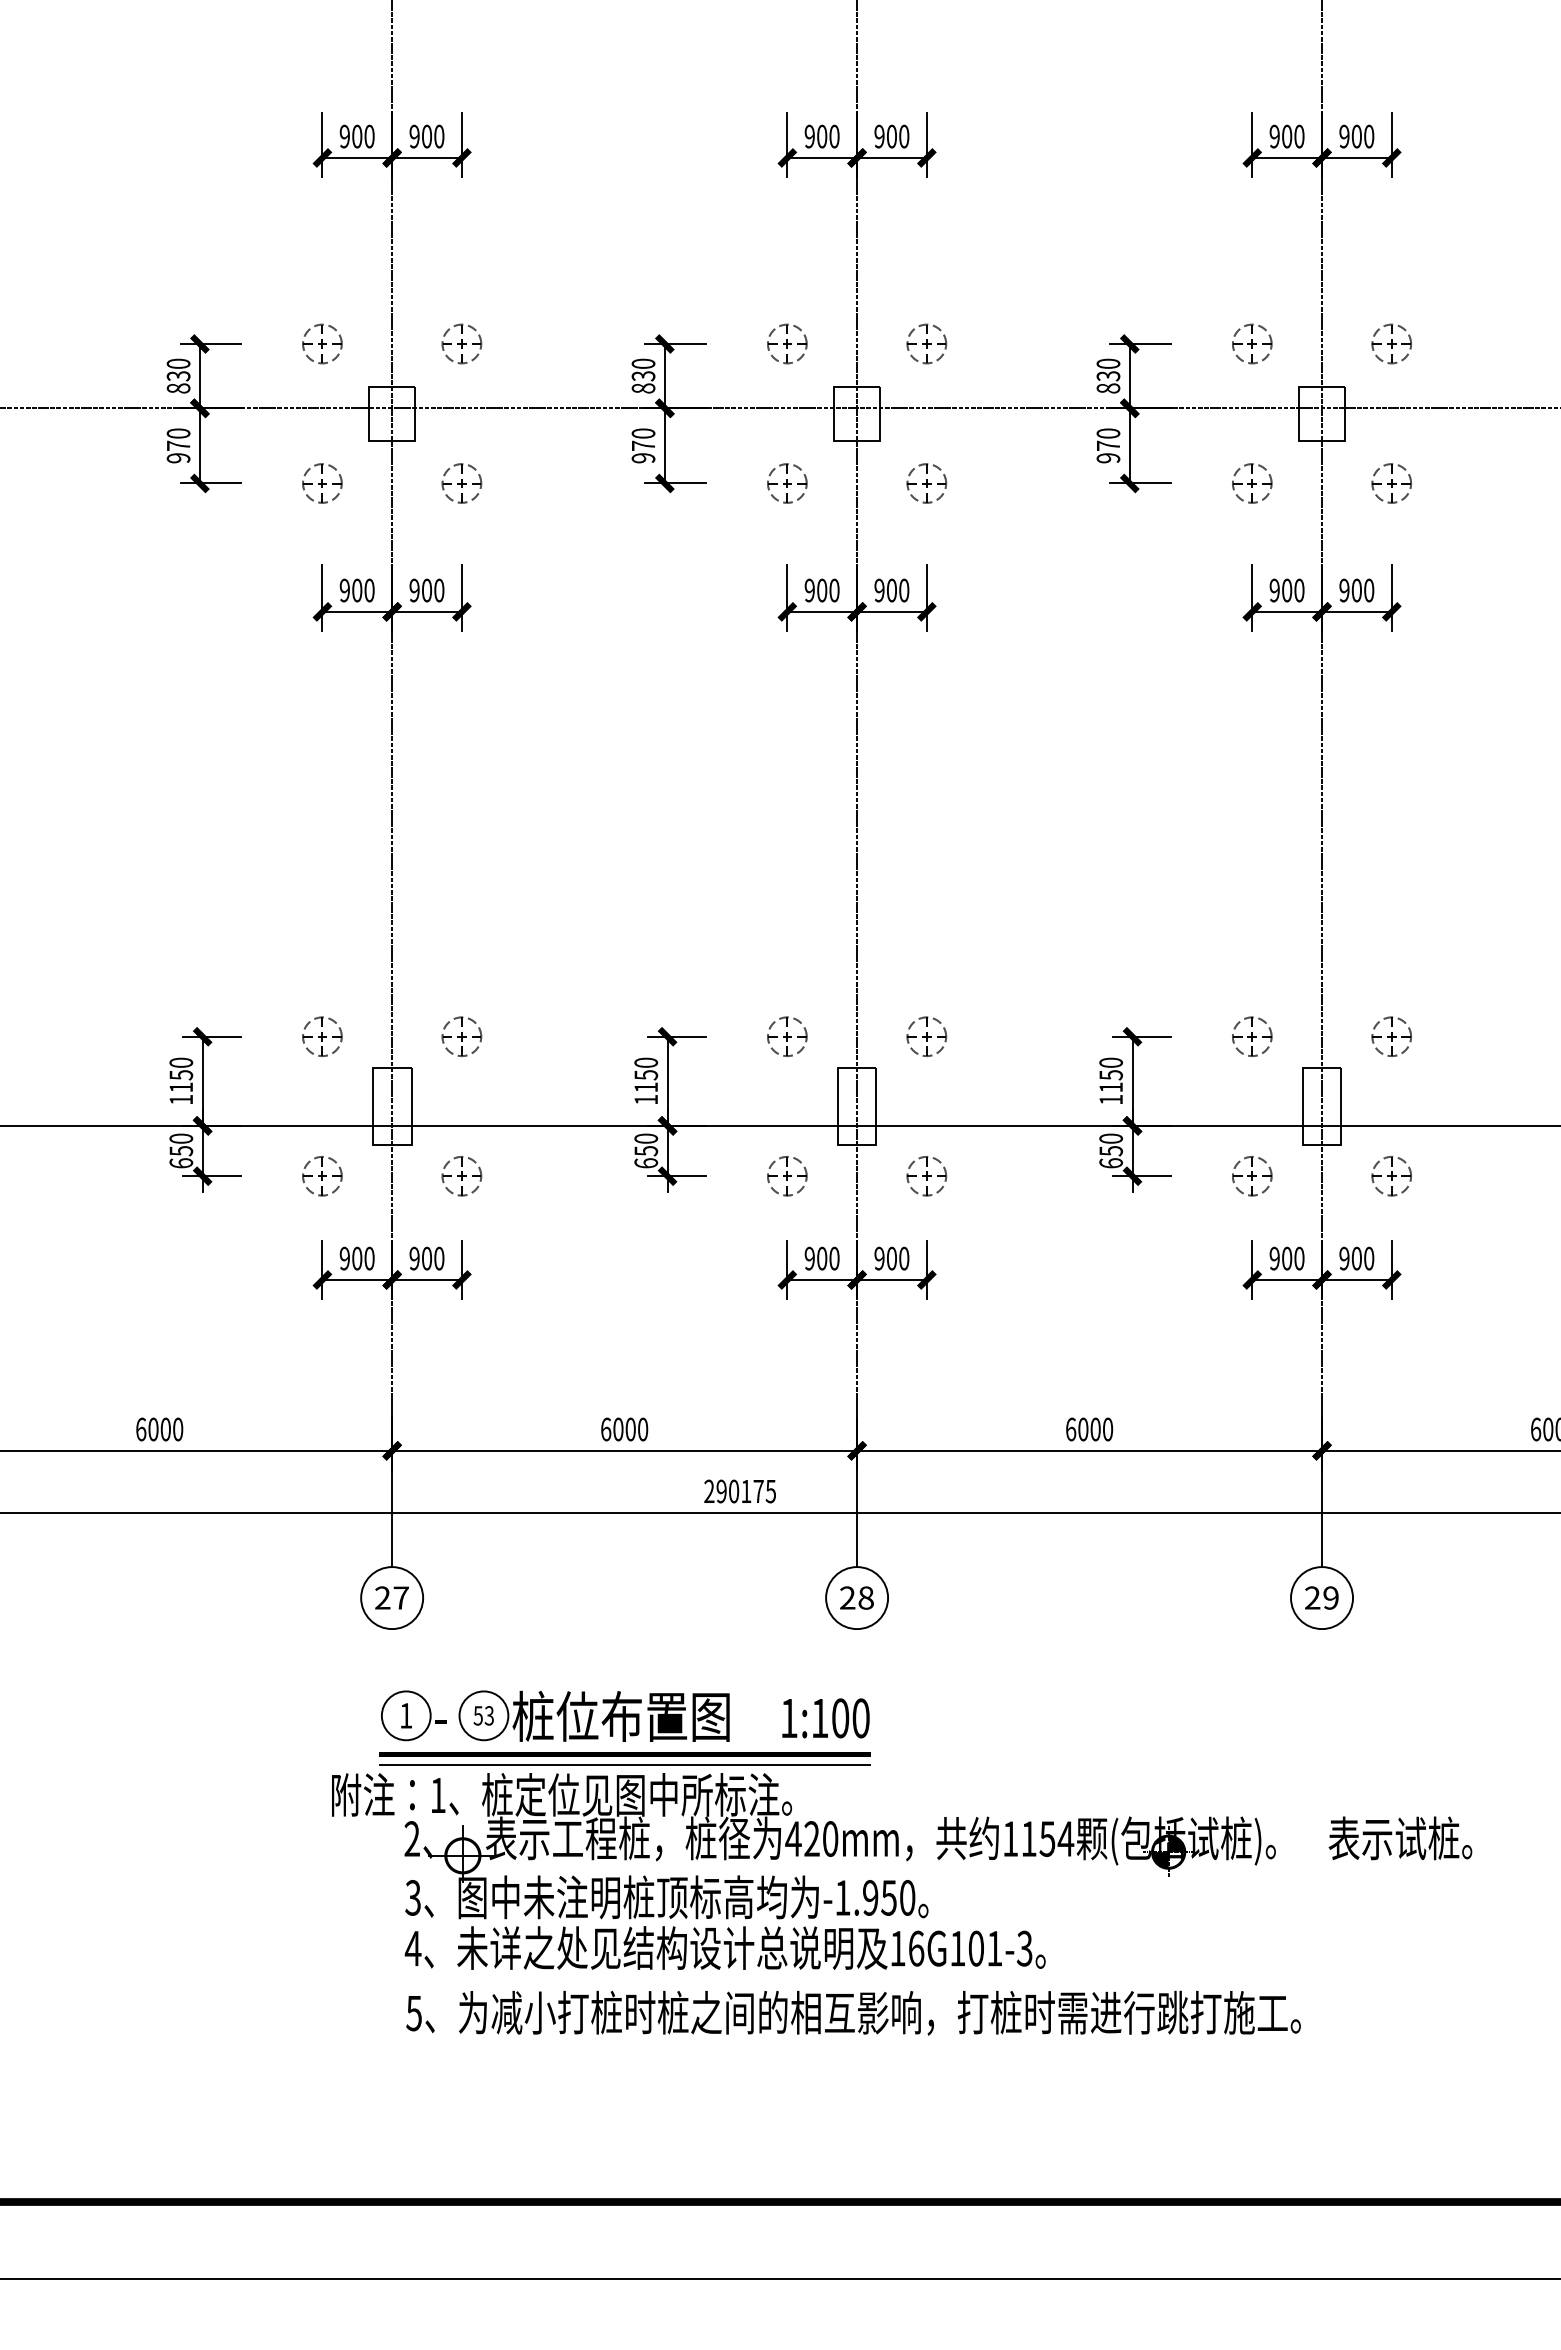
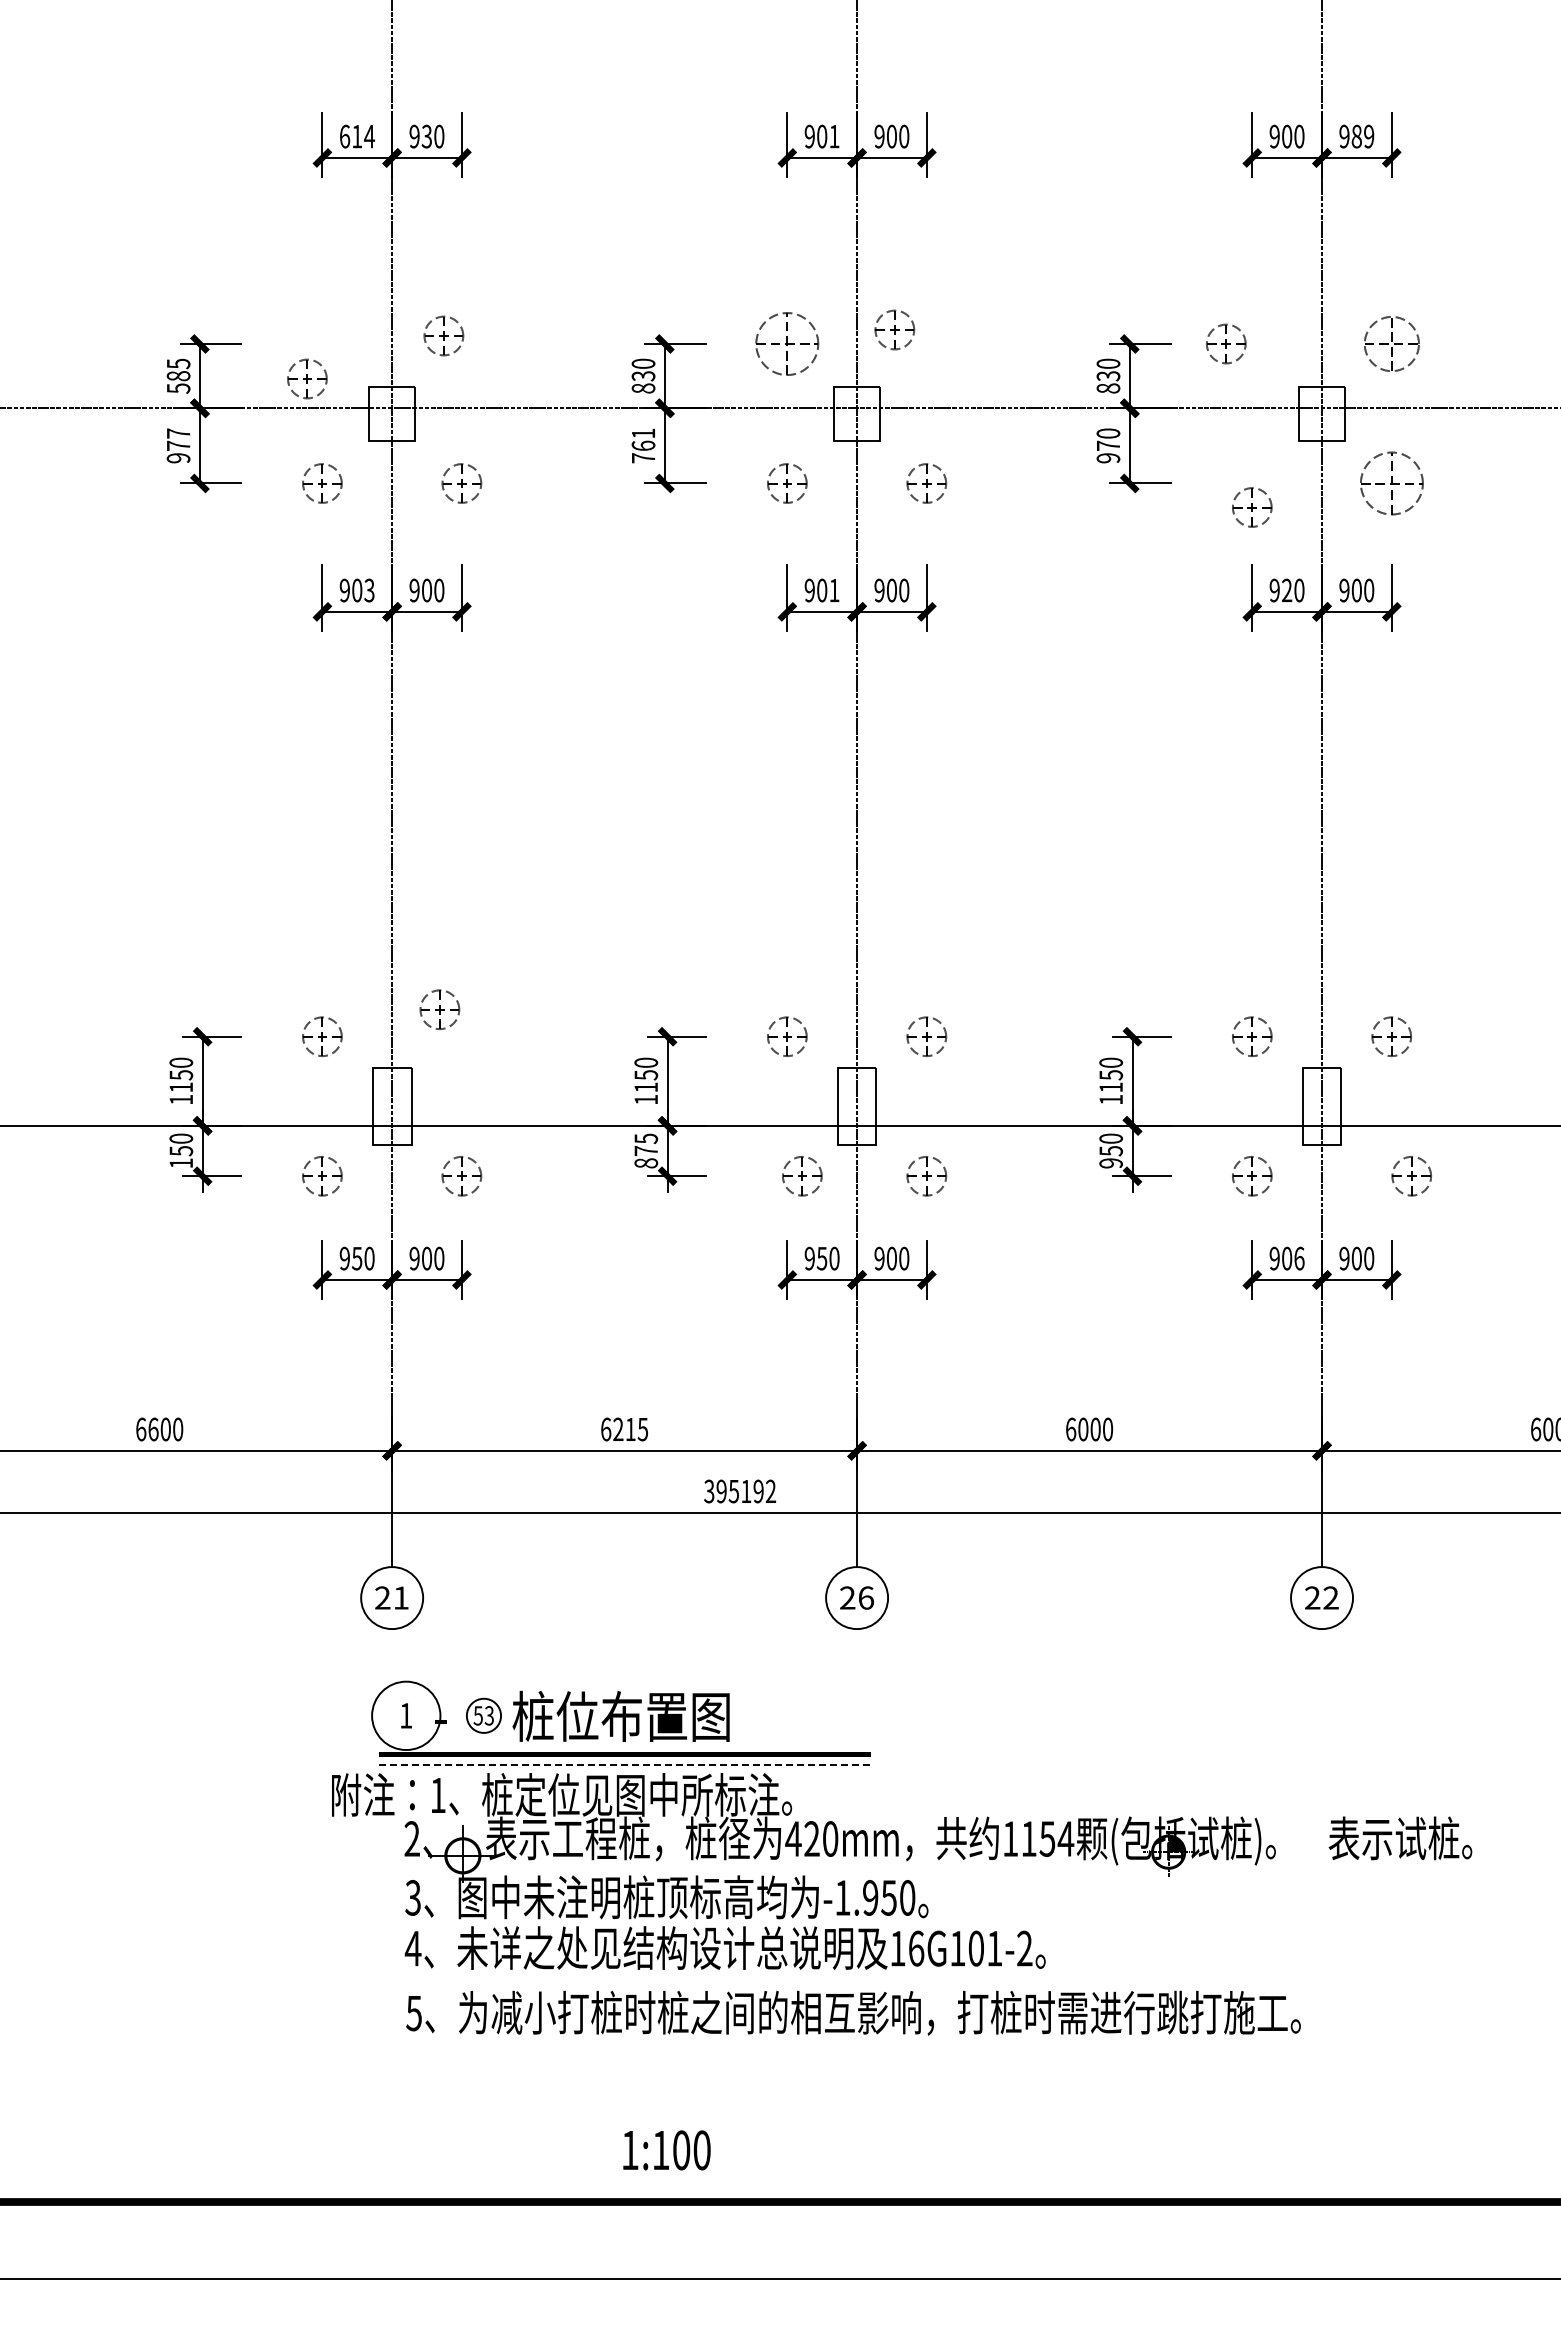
text at (357, 136): 900 -> 614
text at (426, 136): 900 -> 930
text at (834, 136): 900 -> 901
text at (1362, 136): 900 -> 989
part at (322, 343) position: (322, 343) -> (307, 378)
part at (461, 343) position: (461, 343) -> (443, 335)
part at (787, 343) size: 41x42 px -> 65x64 px
part at (926, 343) position: (926, 343) -> (894, 329)
part at (1252, 343) position: (1252, 343) -> (1226, 343)
part at (1391, 343) size: 41x42 px -> 56x56 px
text at (178, 375): 830 -> 585
text at (178, 433): 970 -> 977
text at (643, 445): 970 -> 761
part at (1252, 483) position: (1252, 483) -> (1252, 507)
part at (1391, 483) size: 41x41 px -> 64x65 px
text at (369, 590): 900 -> 903
text at (834, 590): 900 -> 901
text at (1287, 590): 900 -> 920
part at (461, 1036) position: (461, 1036) -> (439, 1009)
text at (646, 1150): 650 -> 875
text at (181, 1163): 650 -> 150
text at (1111, 1163): 650 -> 950
part at (787, 1176) position: (787, 1176) -> (802, 1176)
part at (1391, 1176) position: (1391, 1176) -> (1411, 1176)
text at (357, 1258): 900 -> 950
text at (821, 1258): 900 -> 950
text at (1299, 1258): 900 -> 906
text at (153, 1429): 6000 -> 6600
text at (630, 1429): 6000 -> 6215
text at (740, 1491): 290175 -> 395192
text at (400, 1597): 27 -> 21
text at (866, 1597): 28 -> 26
text at (1330, 1597): 29 -> 22
circle at (405, 1715) diameter: 49 px -> 68 px
circle at (483, 1715) diameter: 49 px -> 34 px
text at (825, 1718) position: (825, 1718) -> (666, 2150)
line at (625, 1765): solid -> dashed
fill at (1160, 1860): present -> none
text at (1024, 1948): 16G101-3 -> 16G101-2
